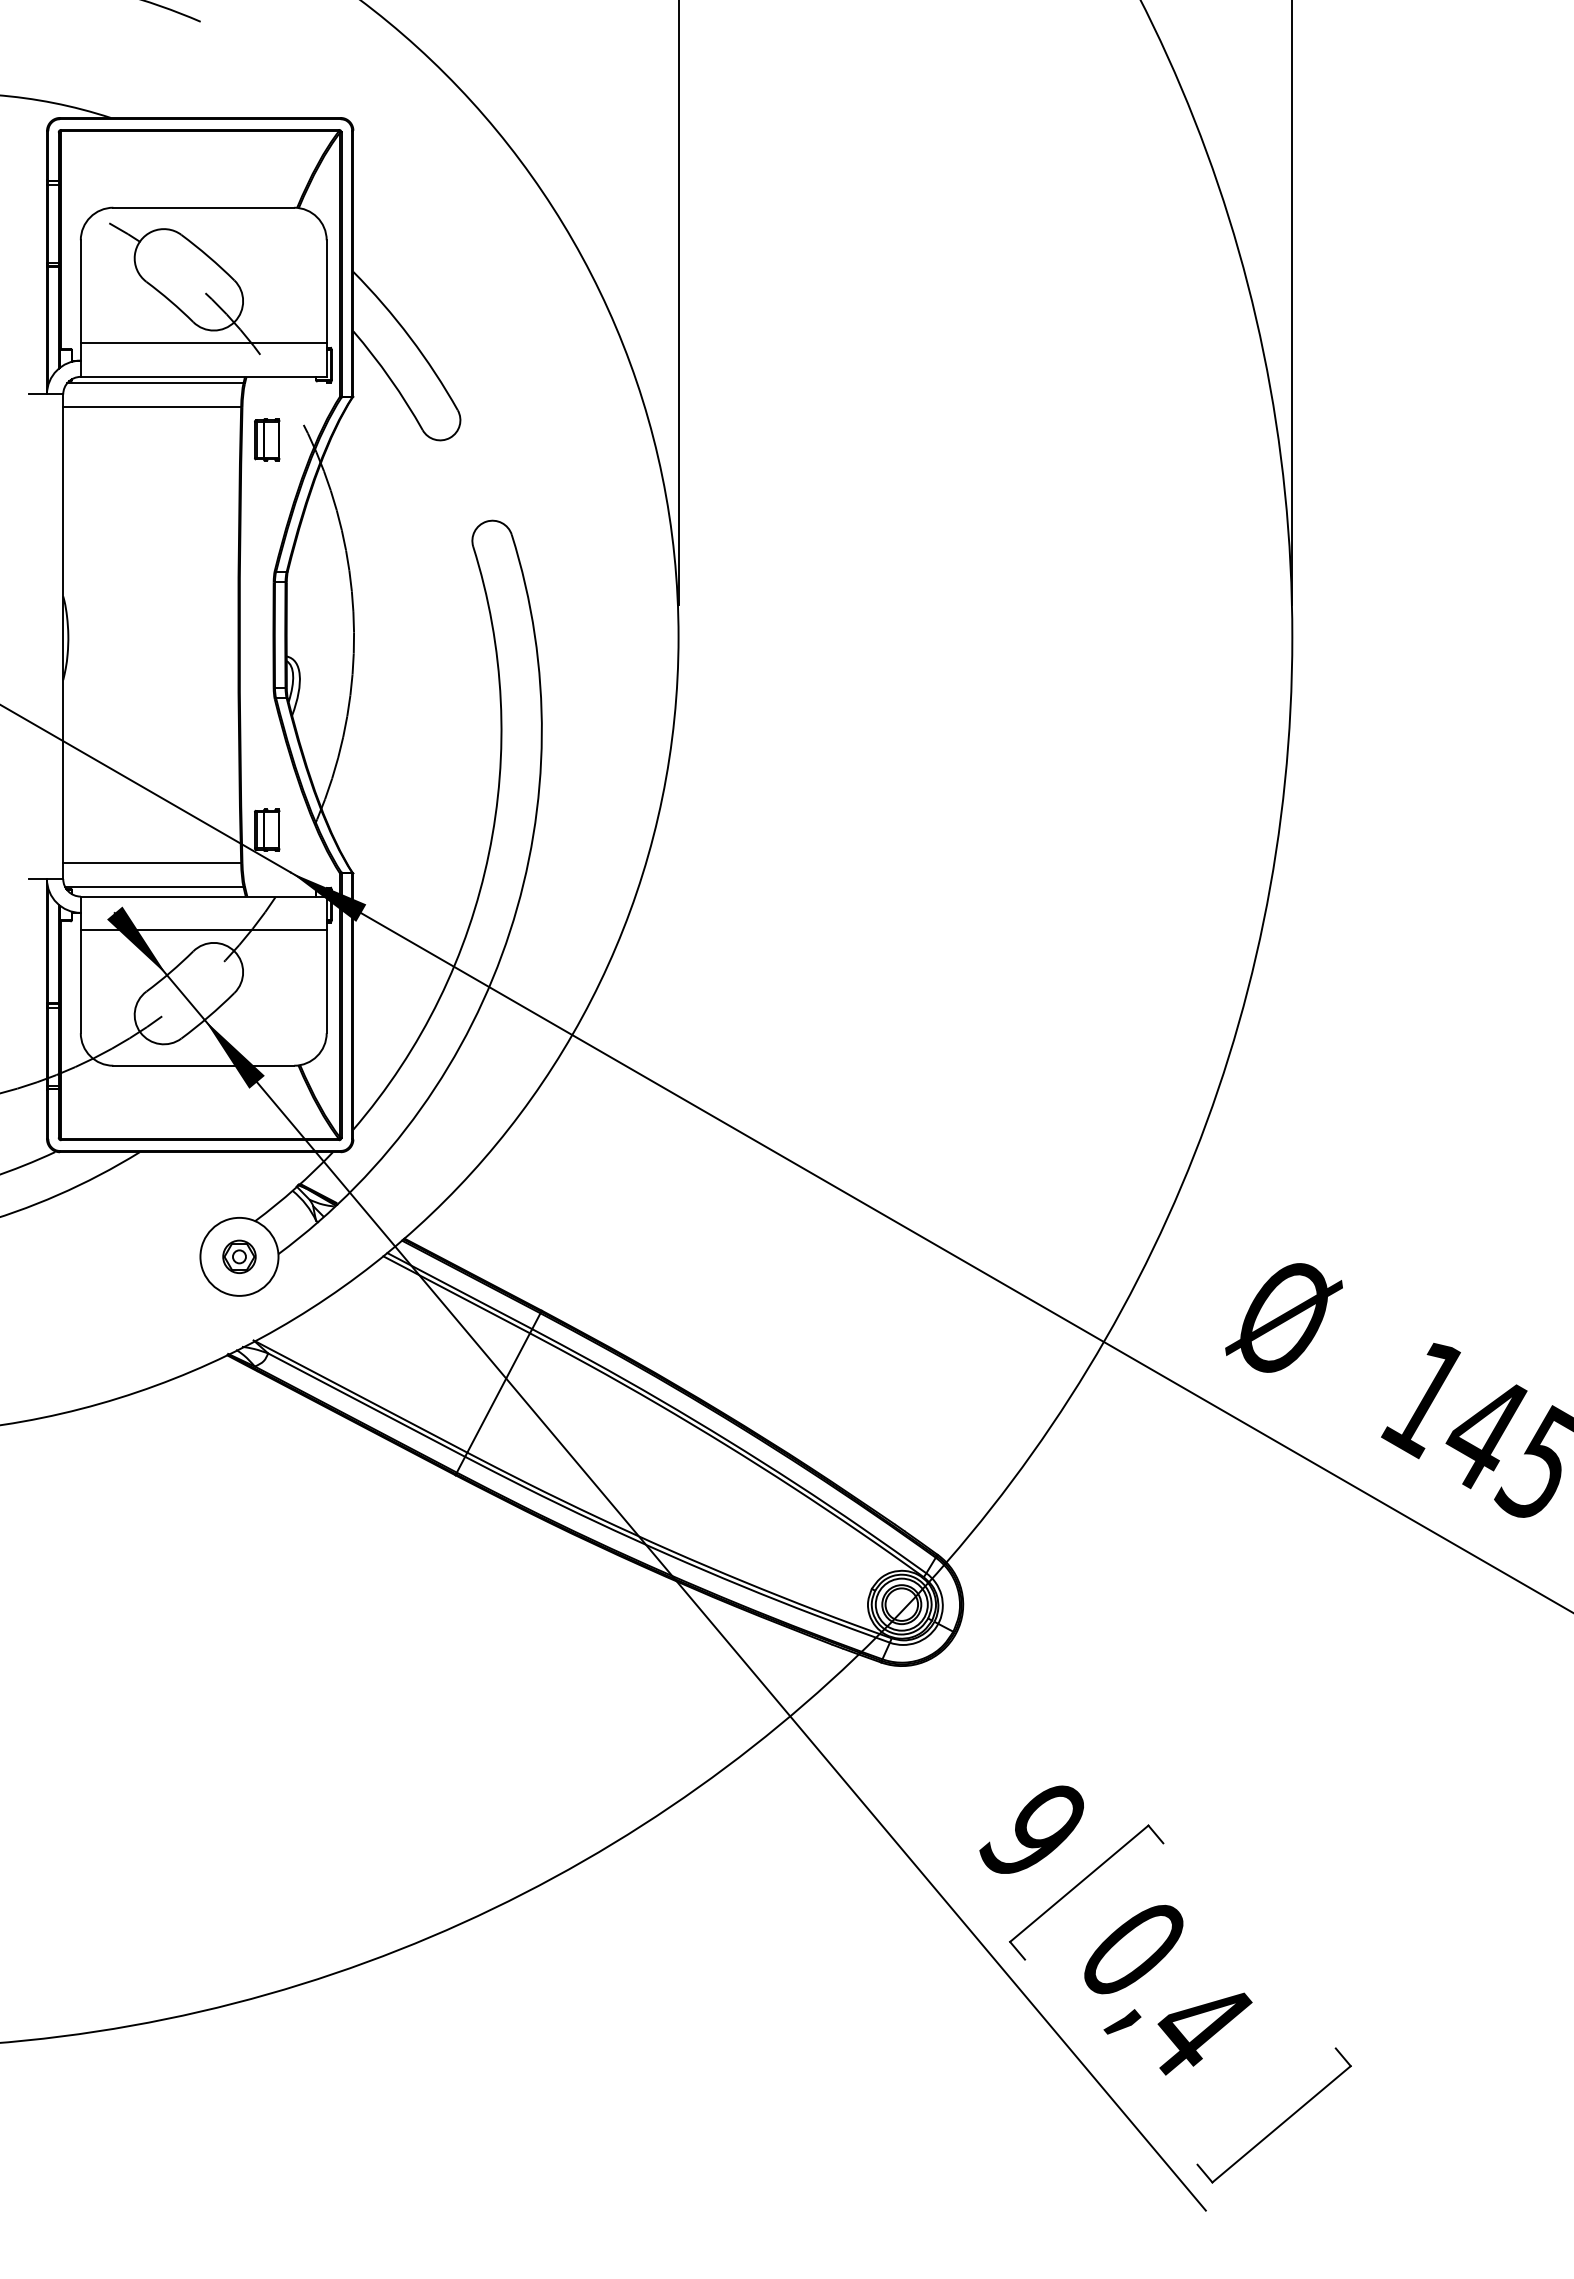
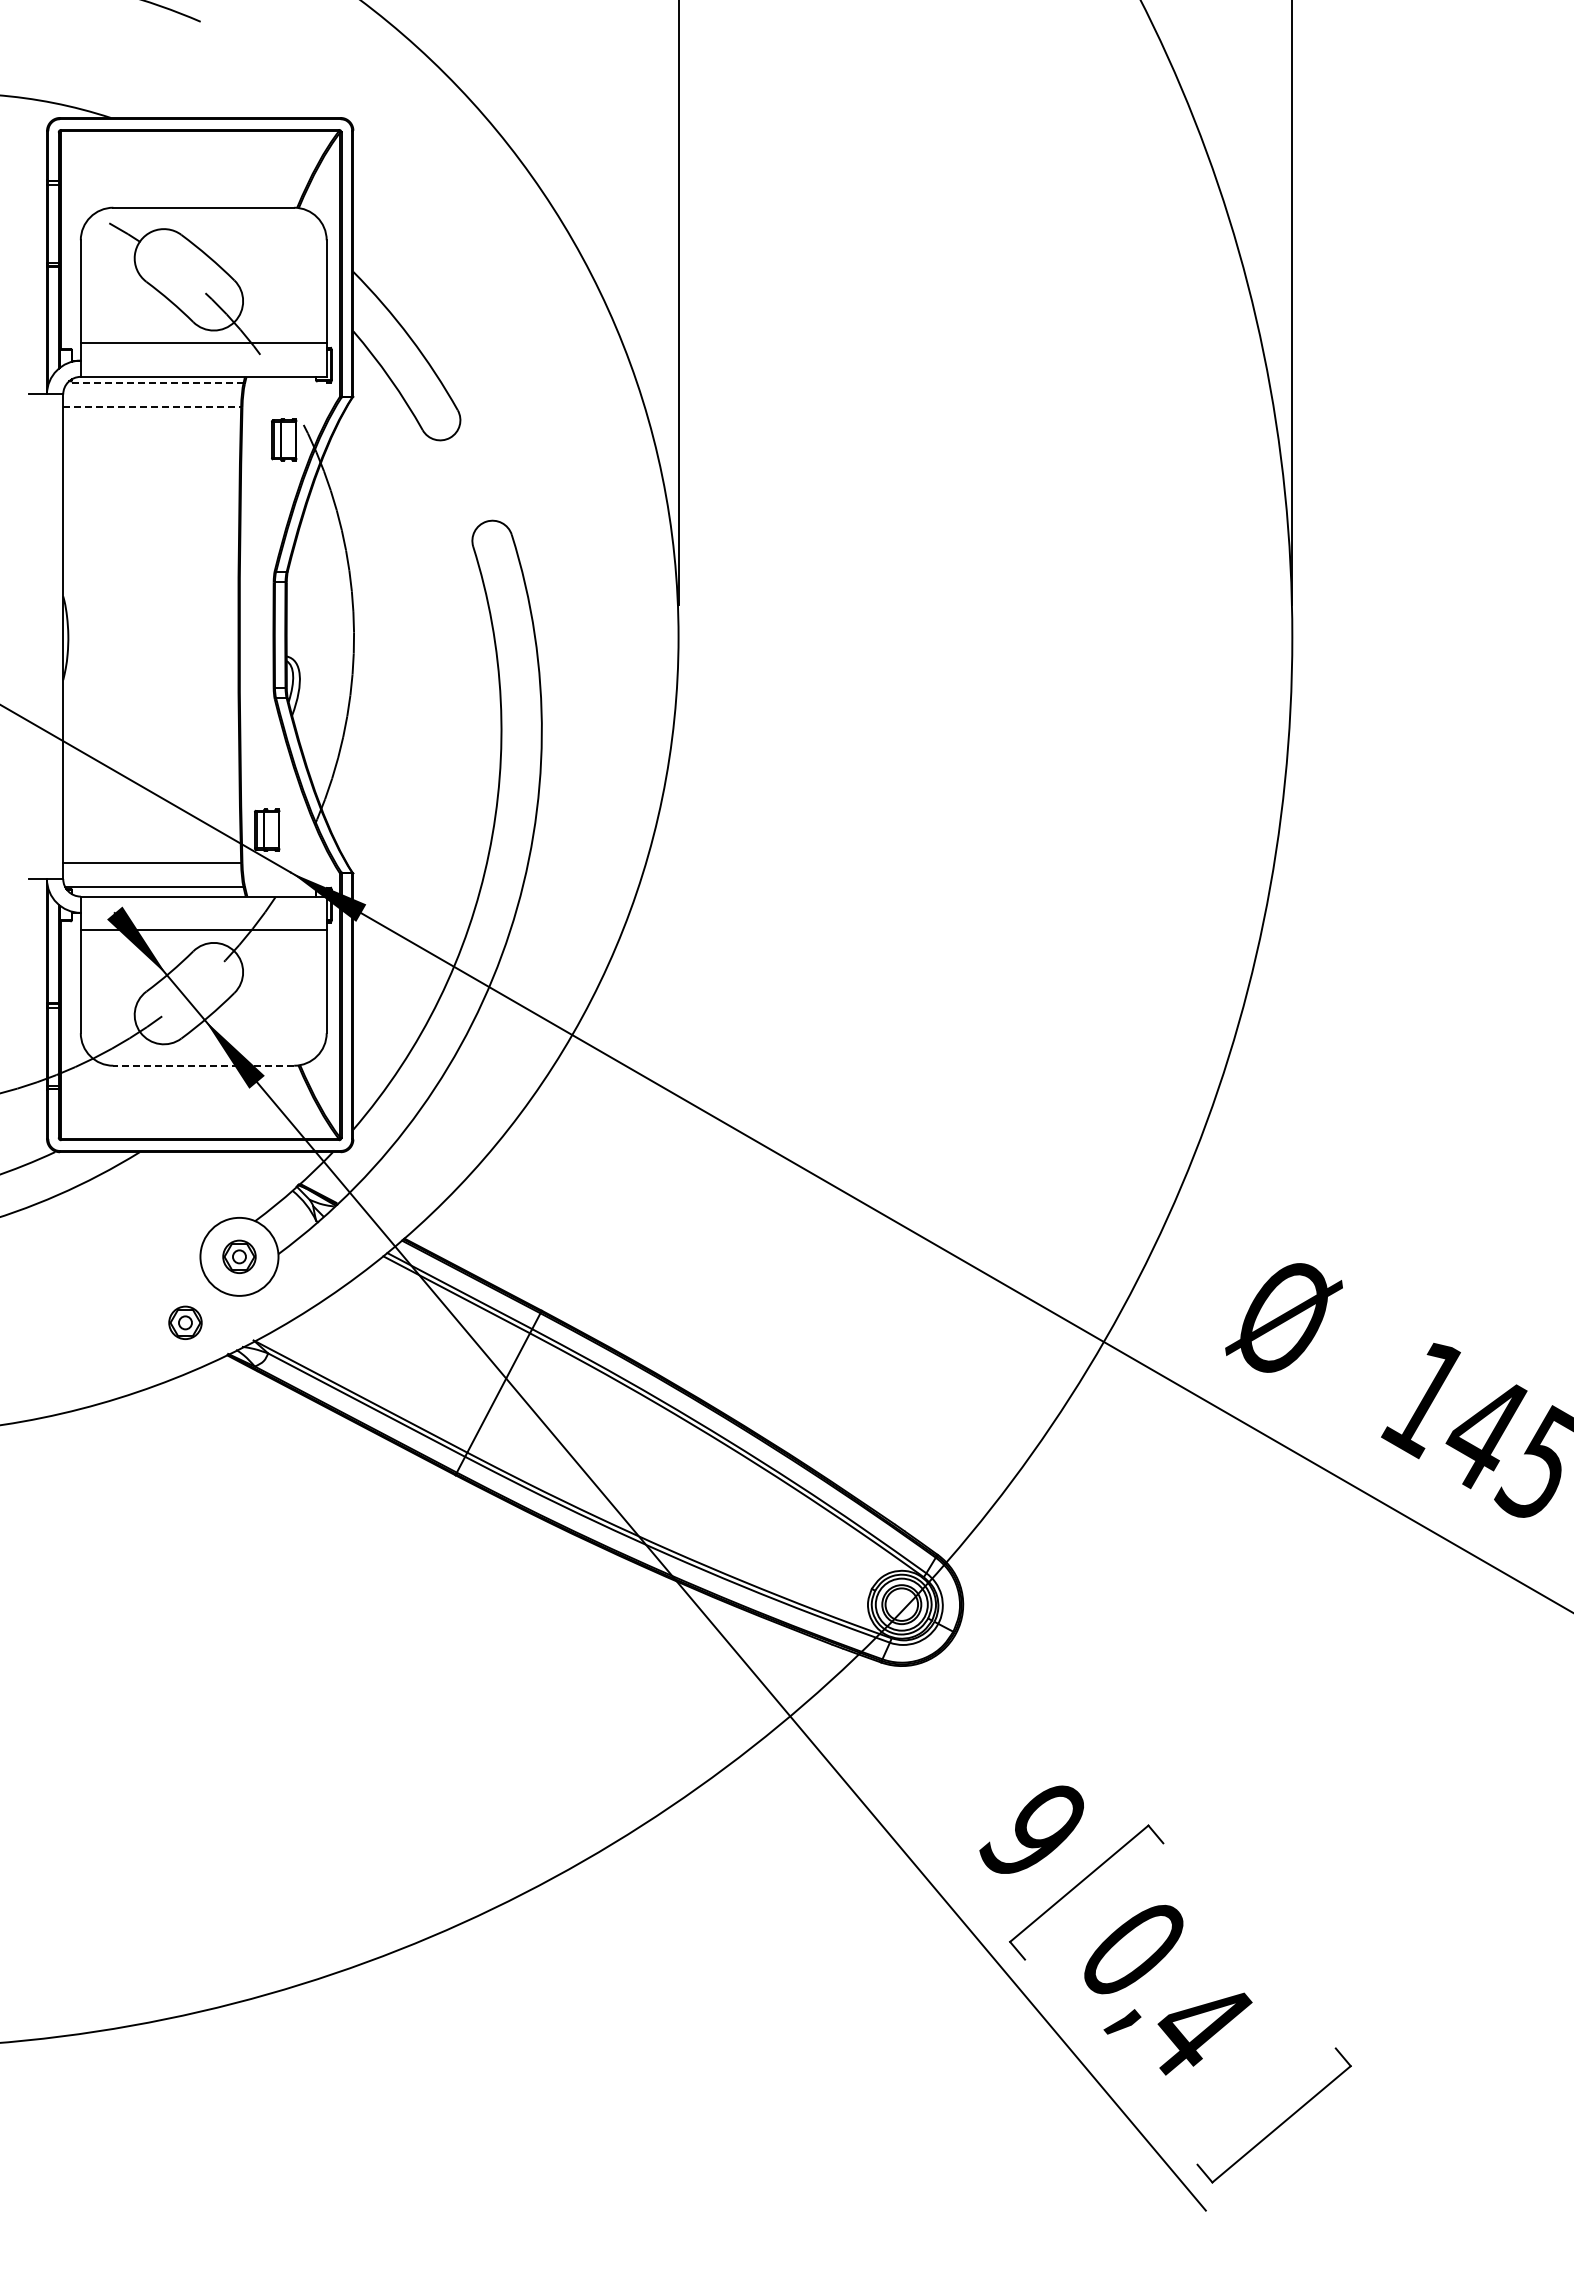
line at (154, 383): solid -> dashed
line at (152, 406): solid -> dashed
part at (267, 439) position: (267, 439) -> (284, 439)
line at (203, 1065): solid -> dashed
part at (185, 1322): none -> present
